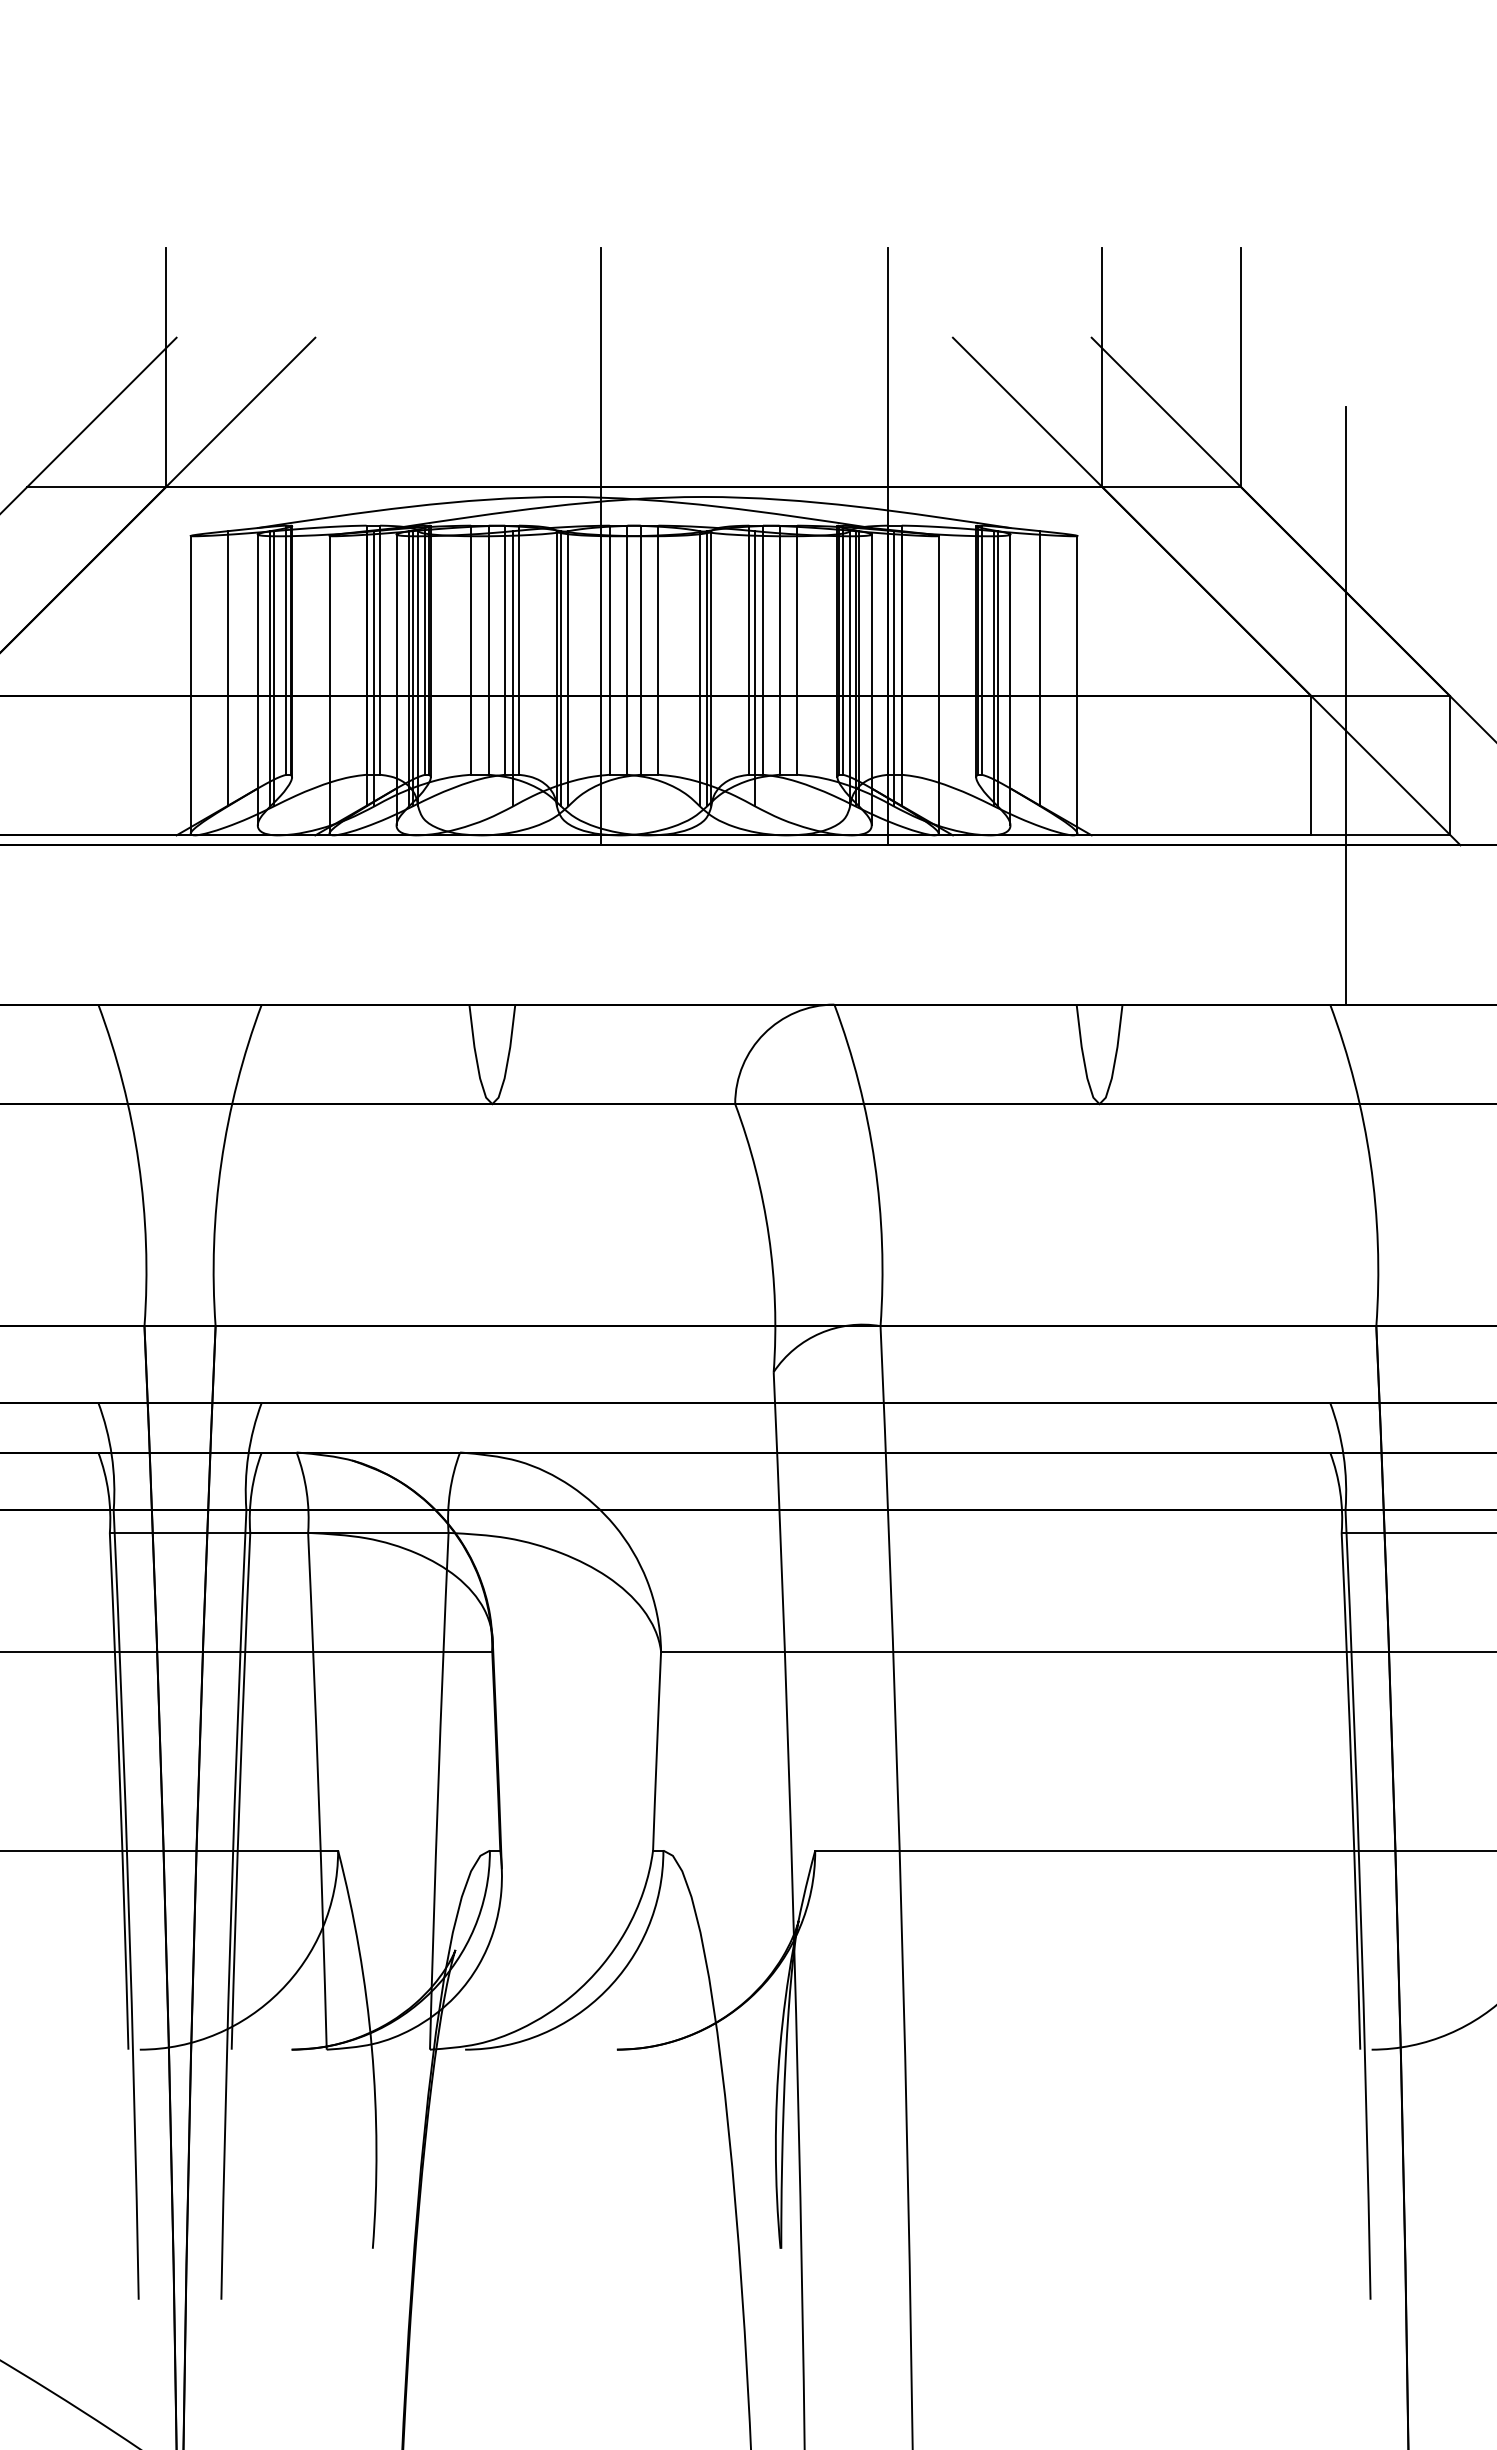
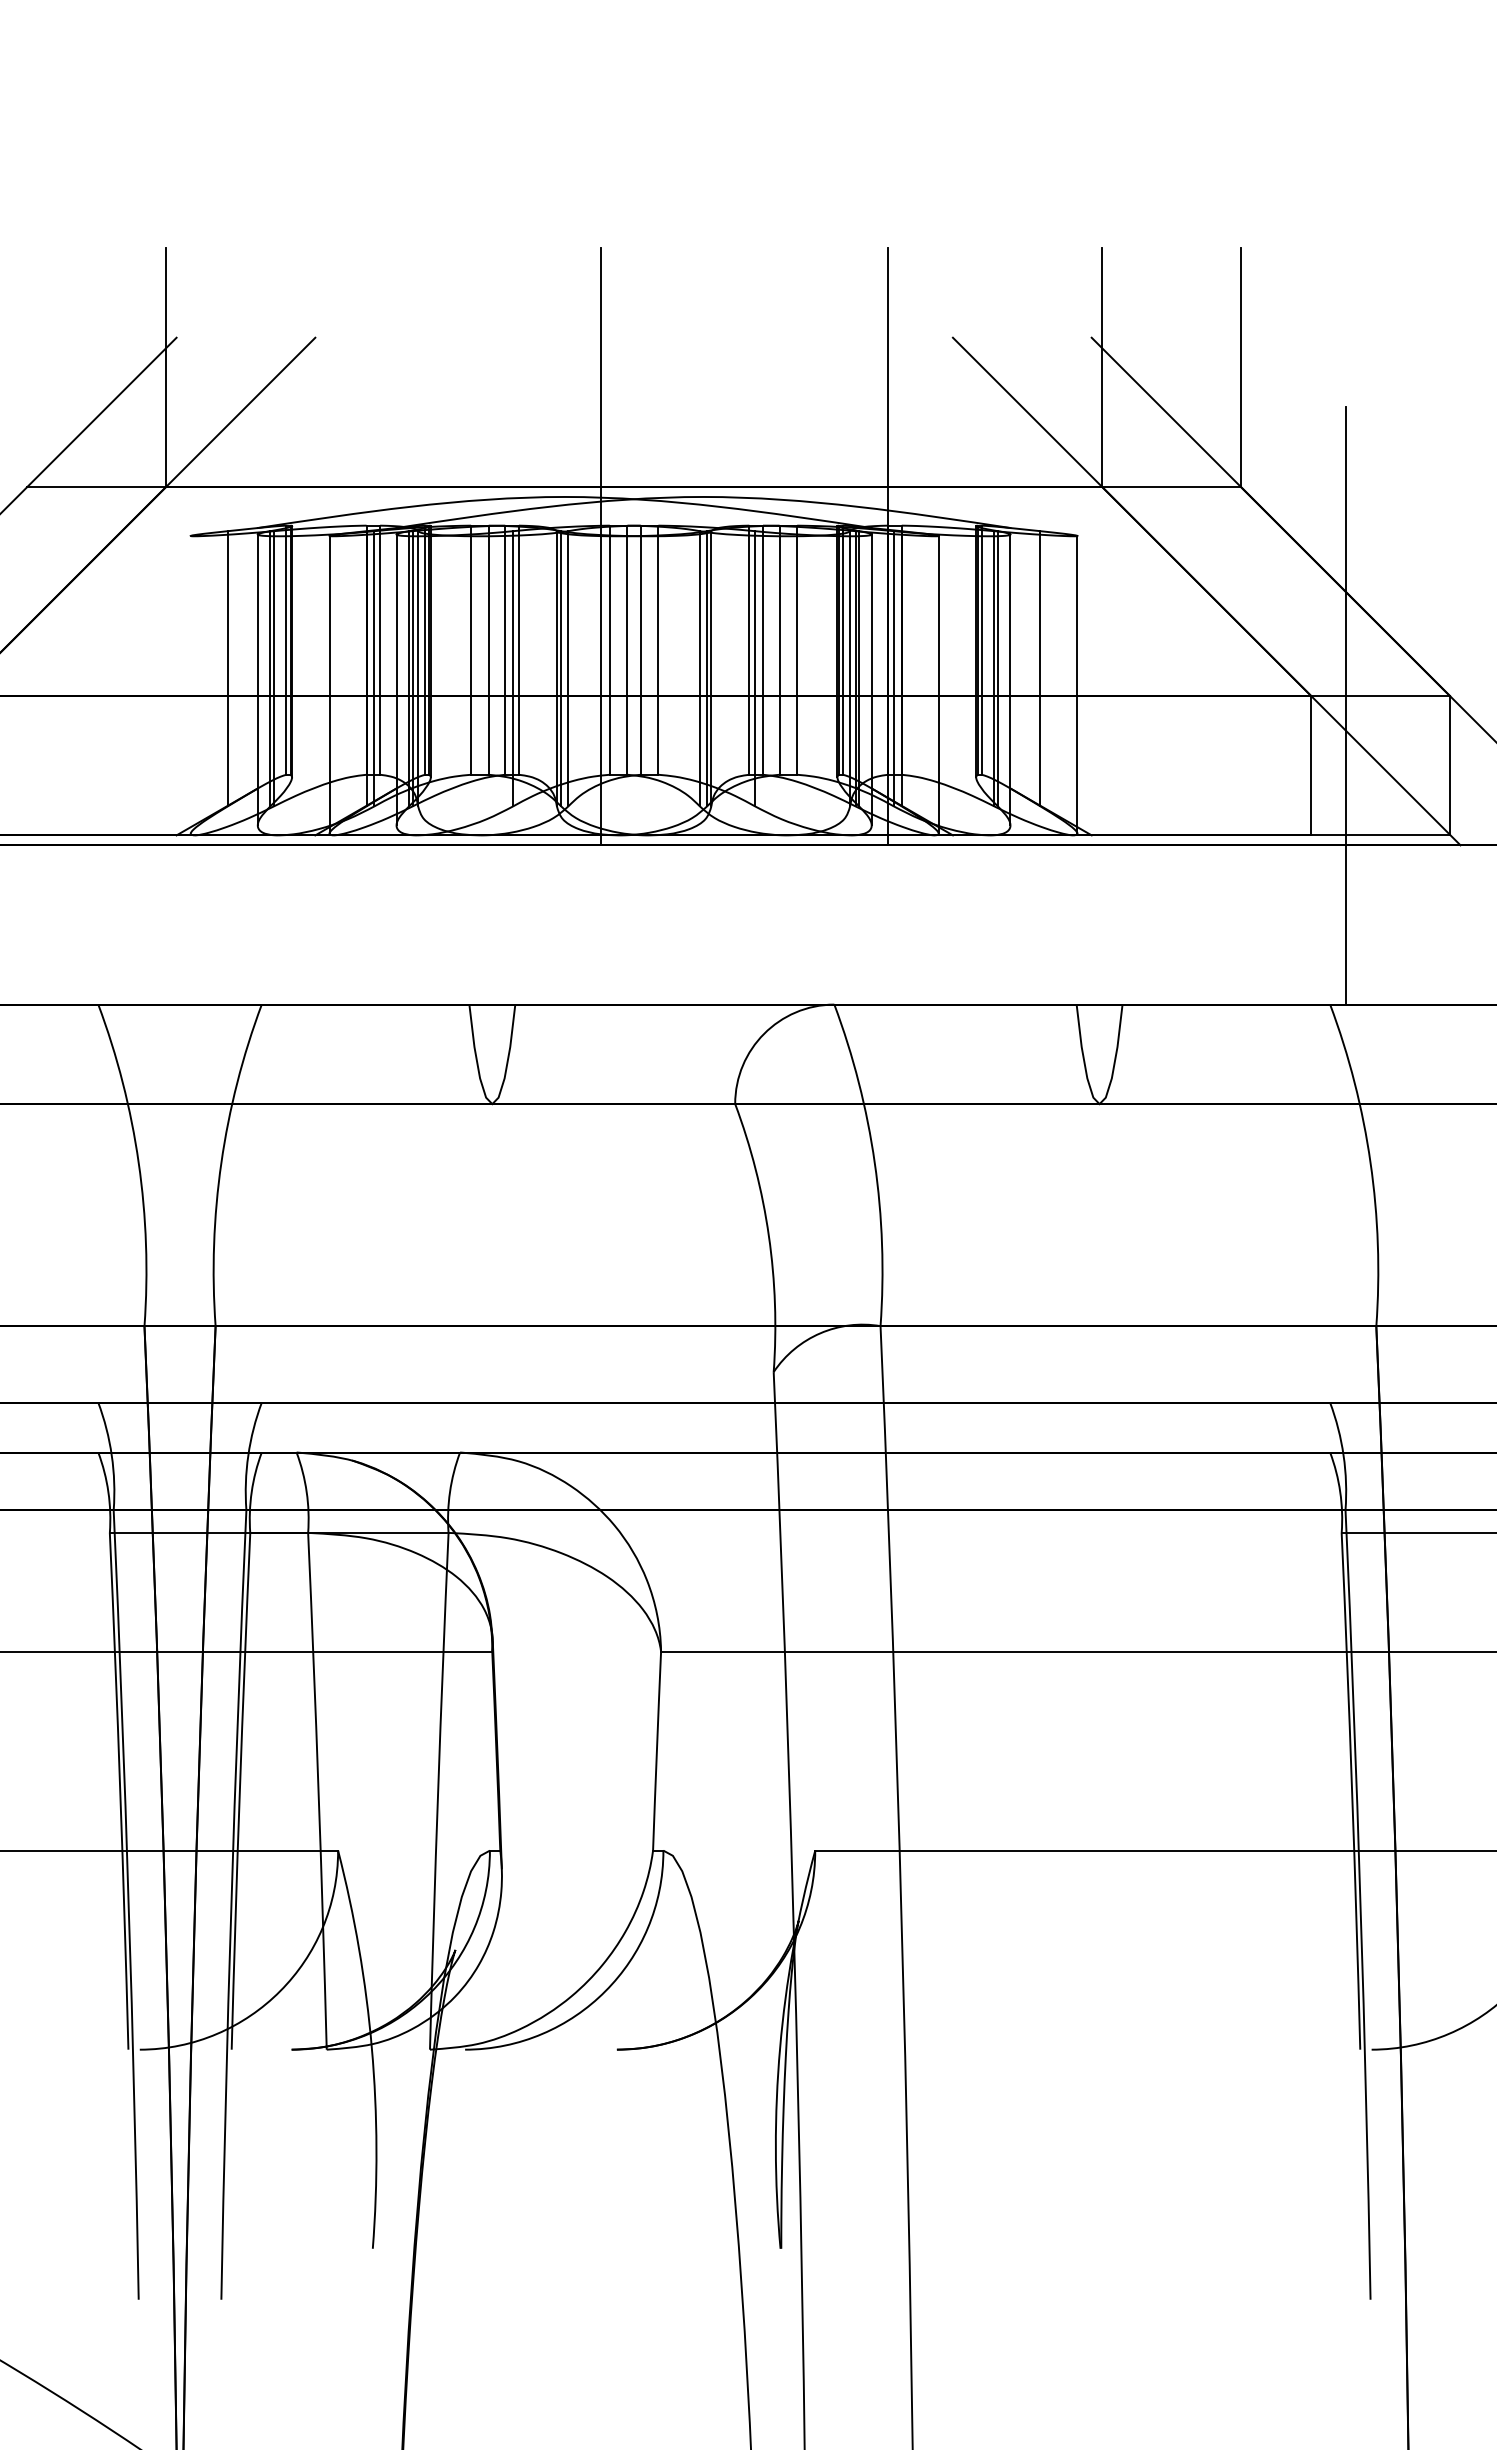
line at (190, 684): present -> none
